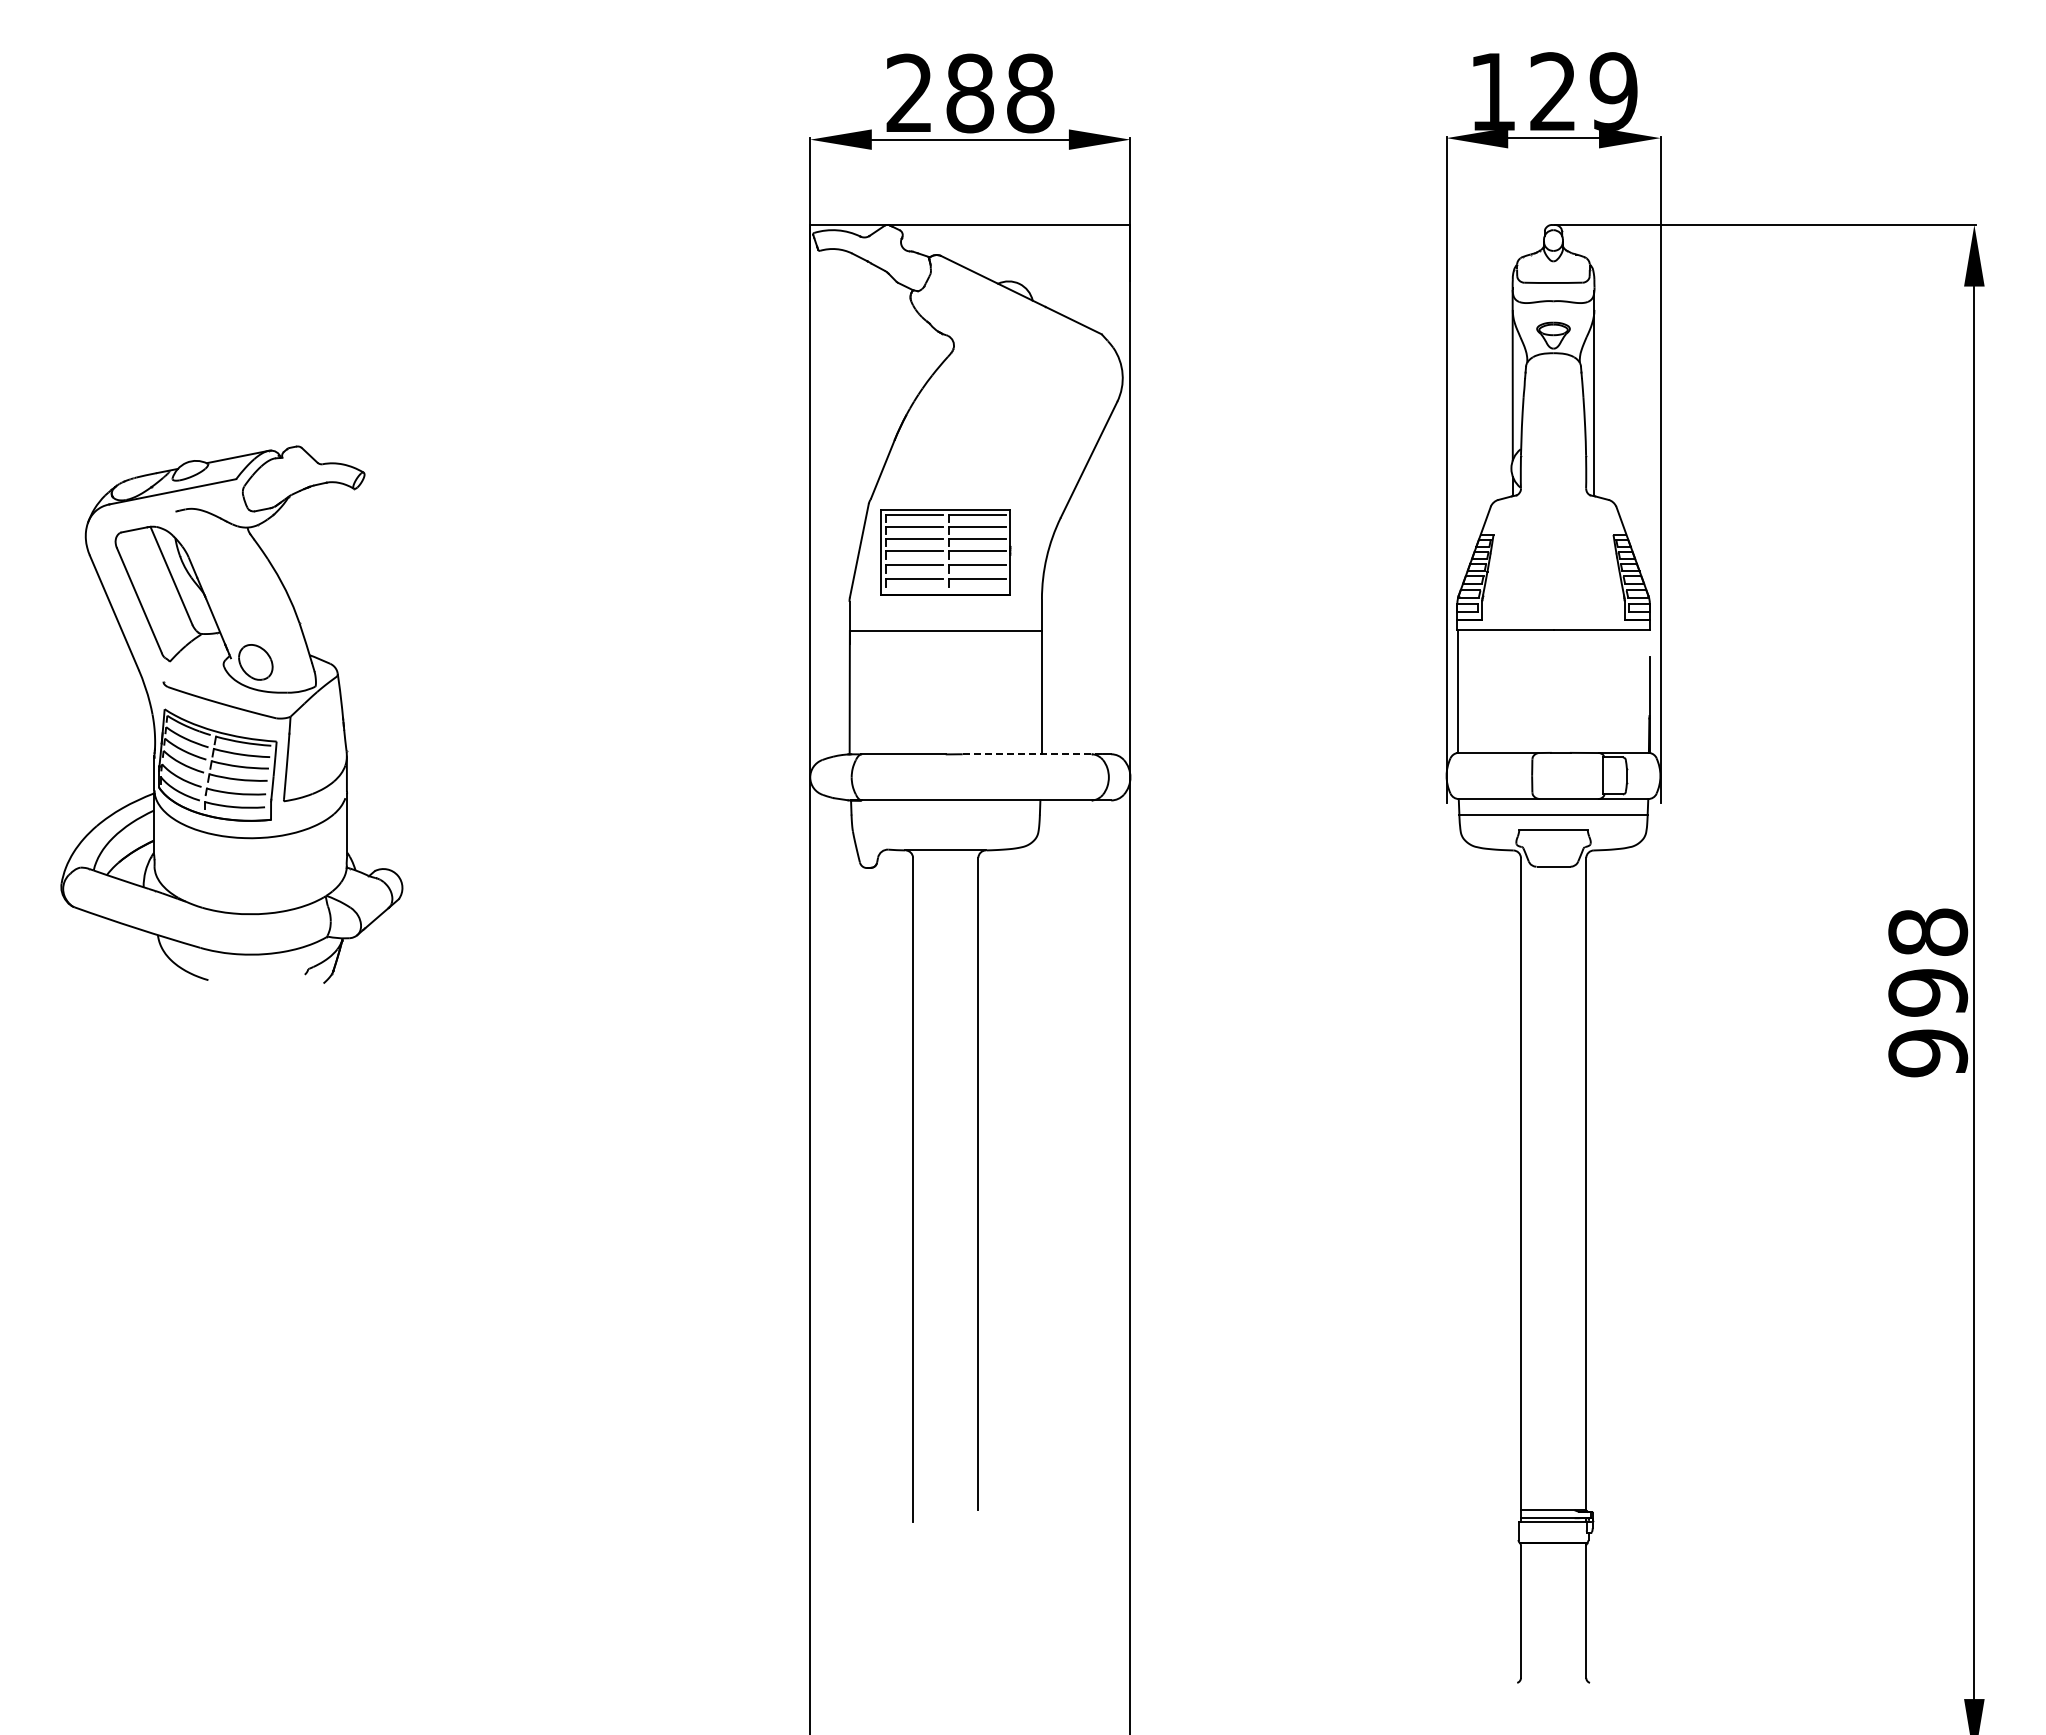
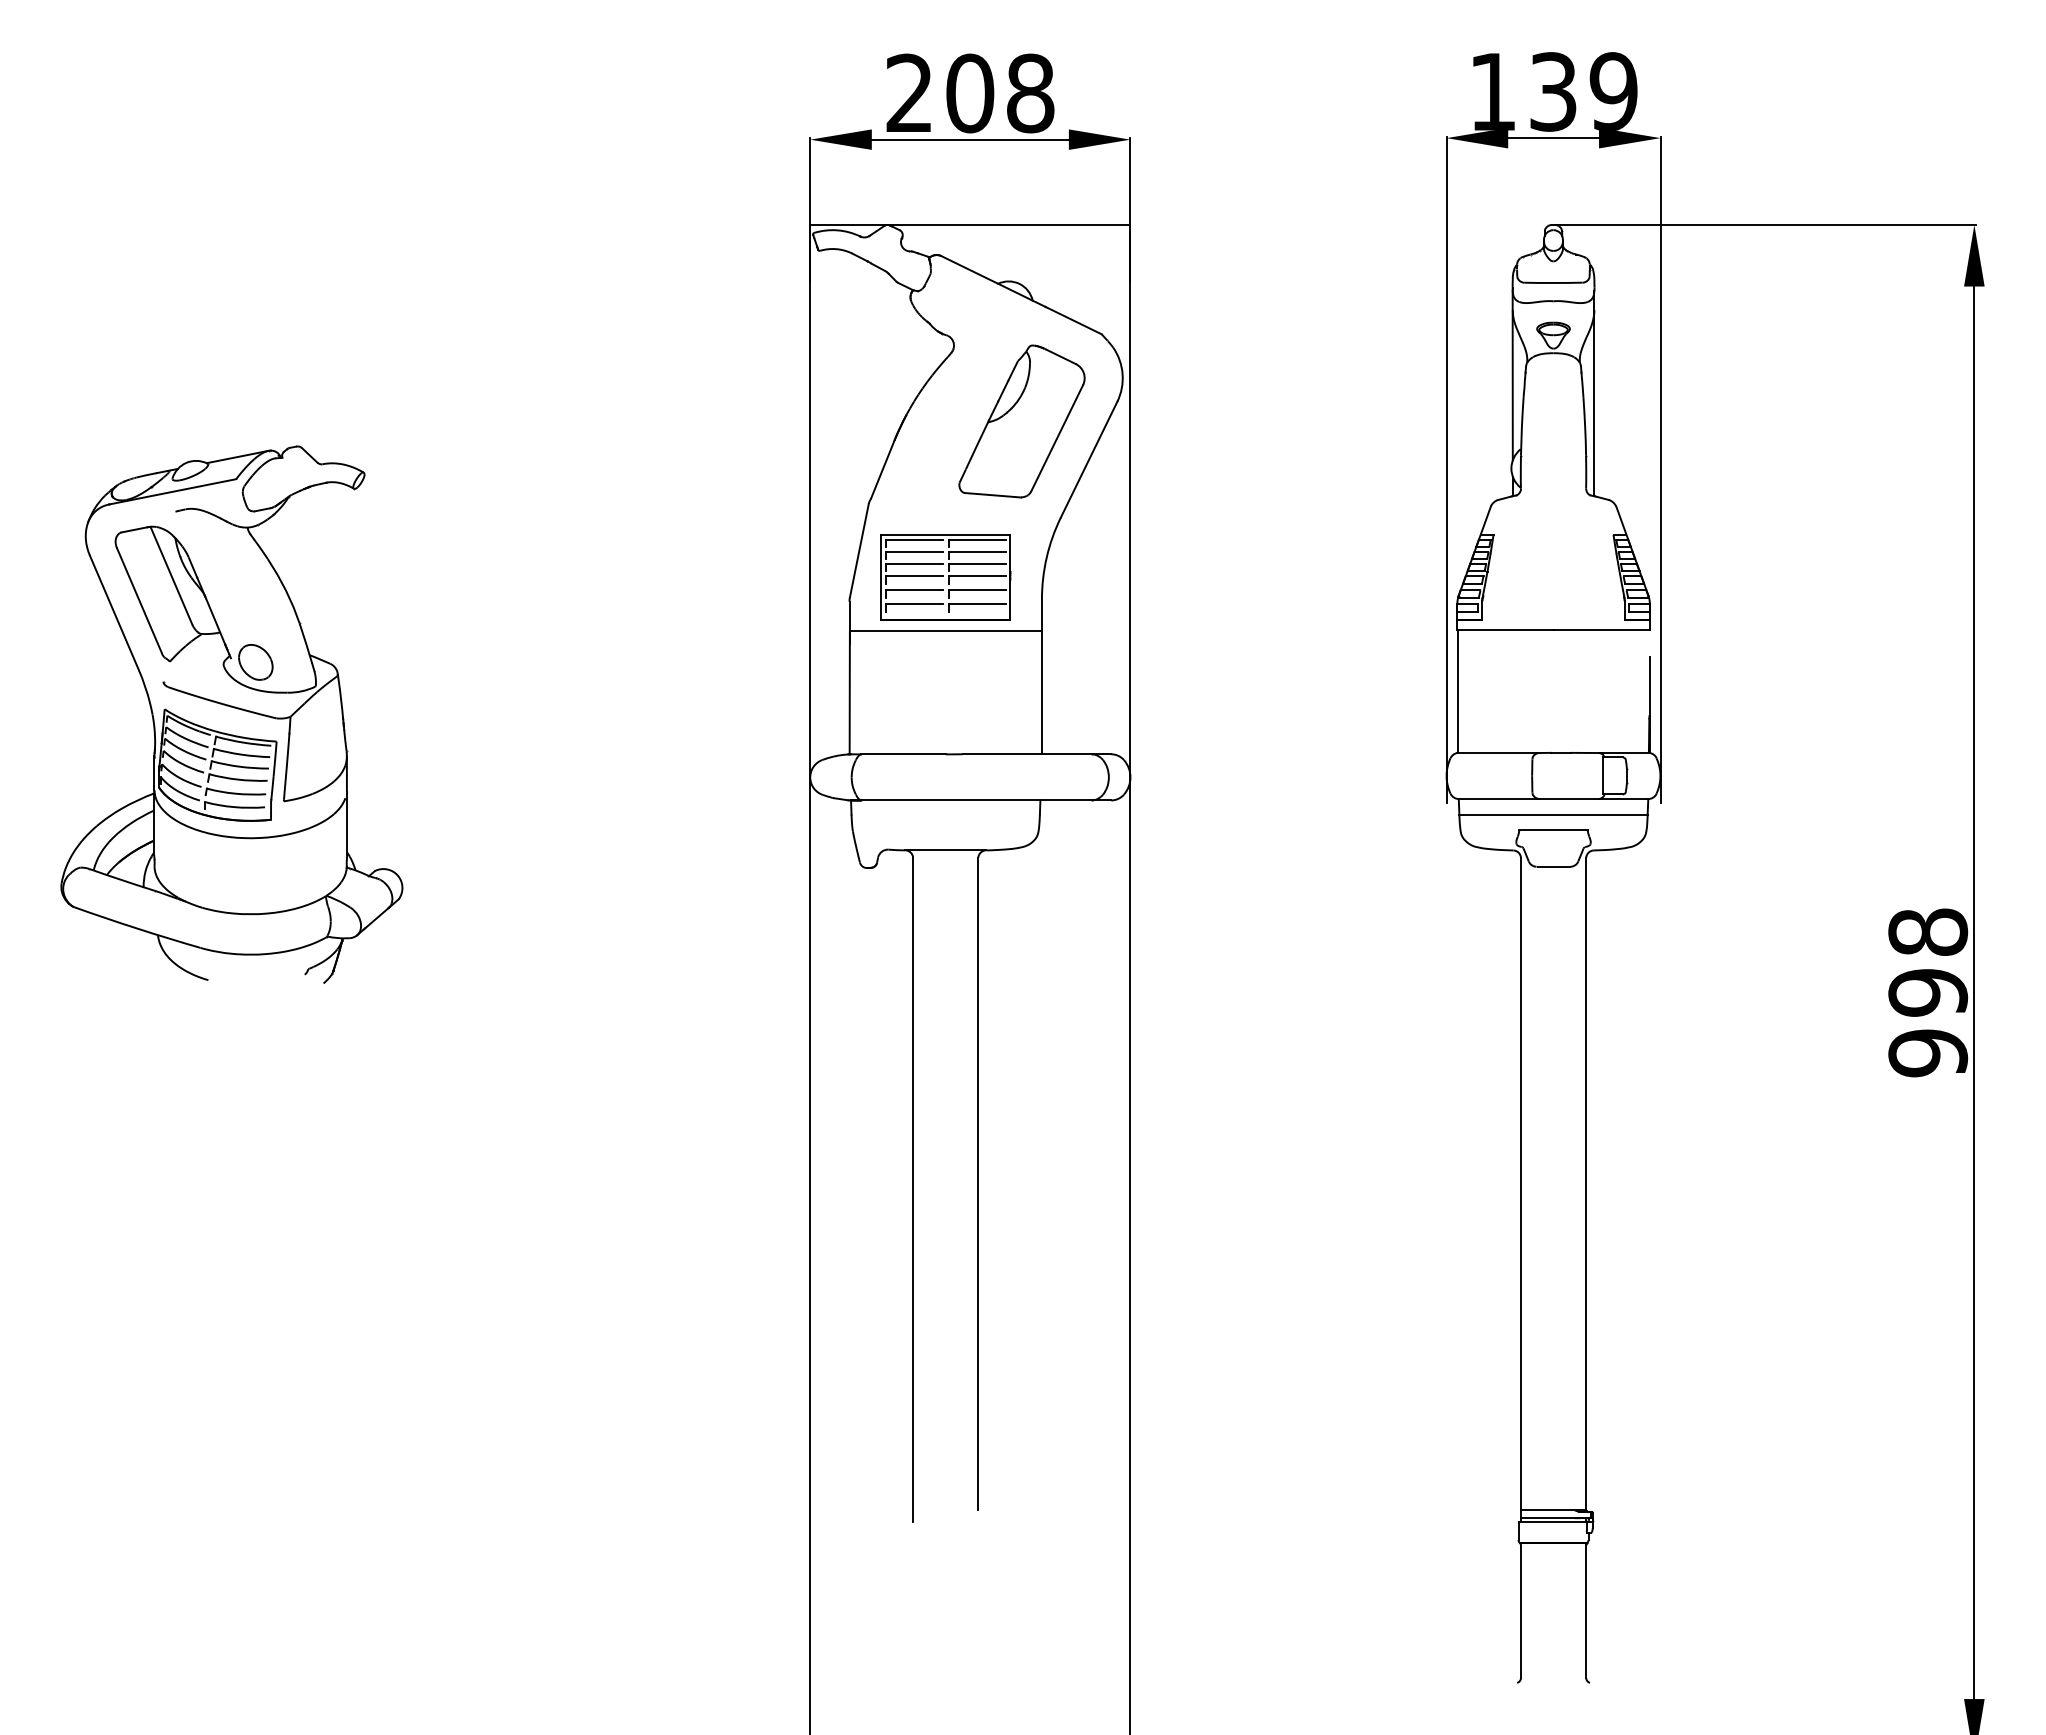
text at (1553, 91): 129 -> 139
text at (970, 93): 288 -> 208
part at (1021, 421): none -> present
part at (945, 552) position: (945, 552) -> (945, 577)
line at (1033, 754): dashed -> solid
